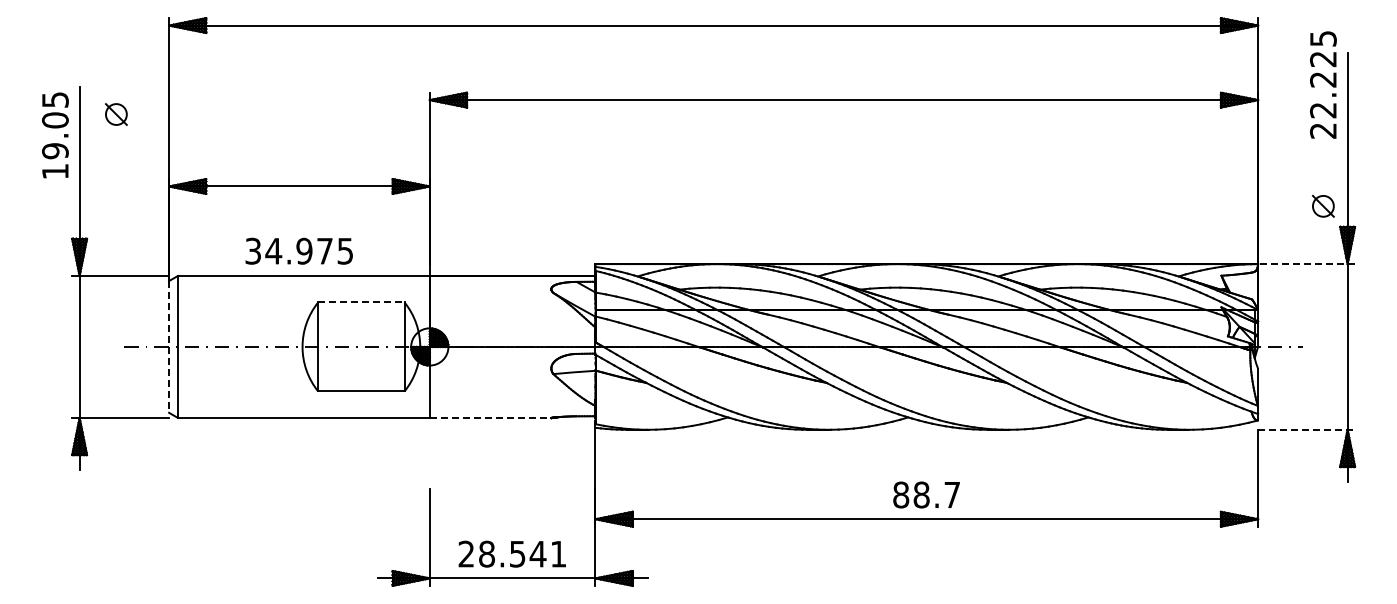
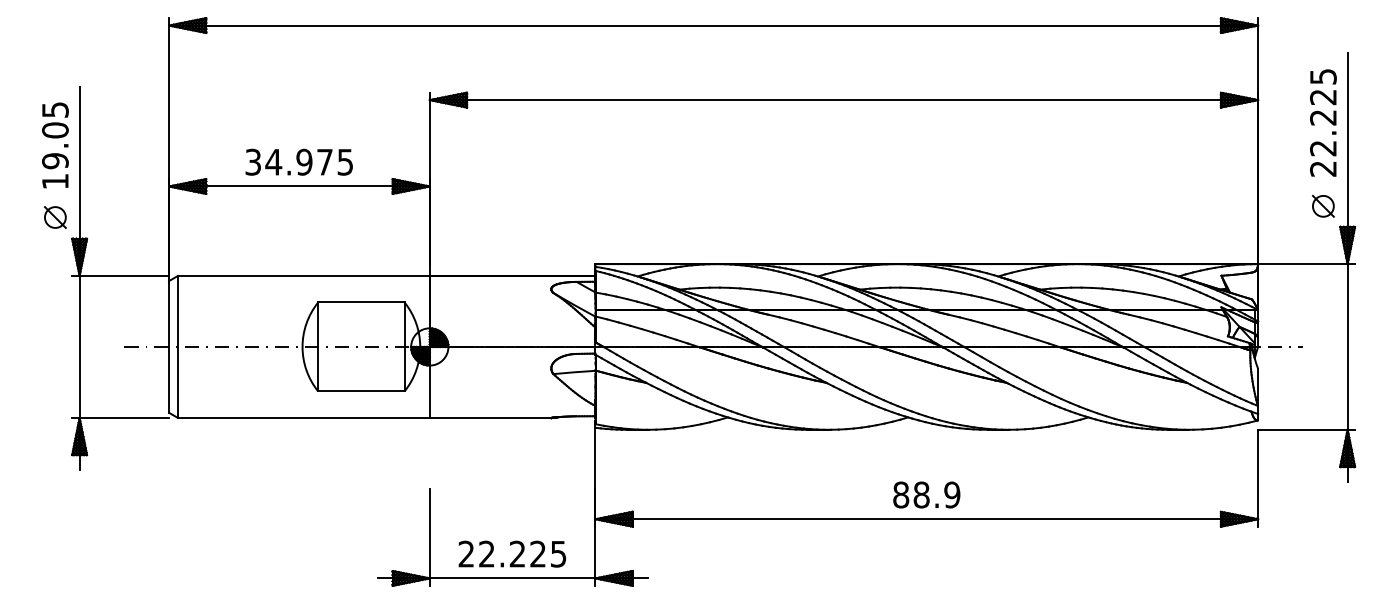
text at (1323, 84) position: (1323, 84) -> (1323, 122)
part at (116, 114) position: (116, 114) -> (55, 217)
text at (55, 135) position: (55, 135) -> (55, 145)
text at (298, 250) position: (298, 250) -> (298, 161)
line at (1306, 264): dashed -> solid
line at (361, 302): dashed -> solid
line at (169, 346): dashed -> solid
line at (490, 417): dashed -> solid
line at (1307, 429): dashed -> solid
text at (952, 494): 88.7 -> 88.9
text at (522, 553): 28.541 -> 22.225
